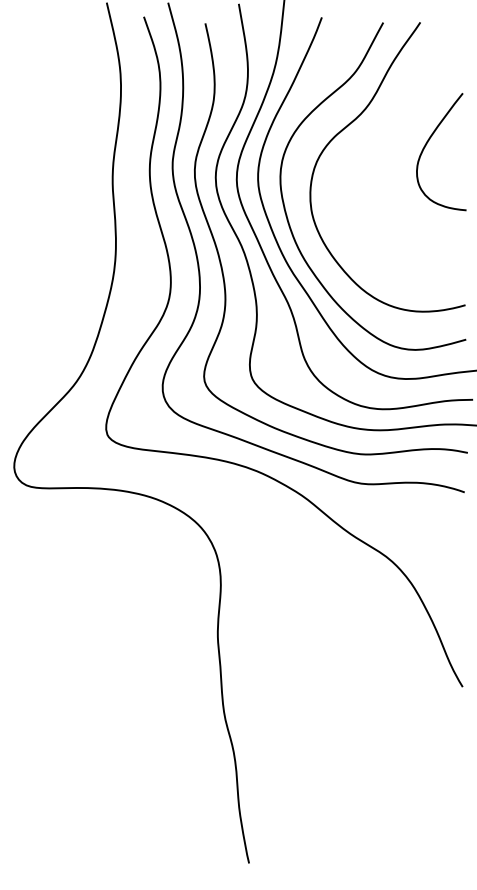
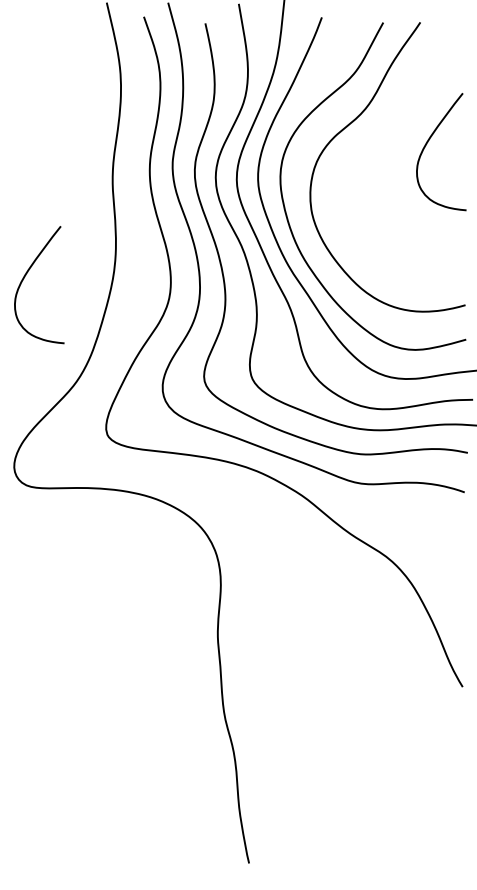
curve at (25, 277): none -> present
